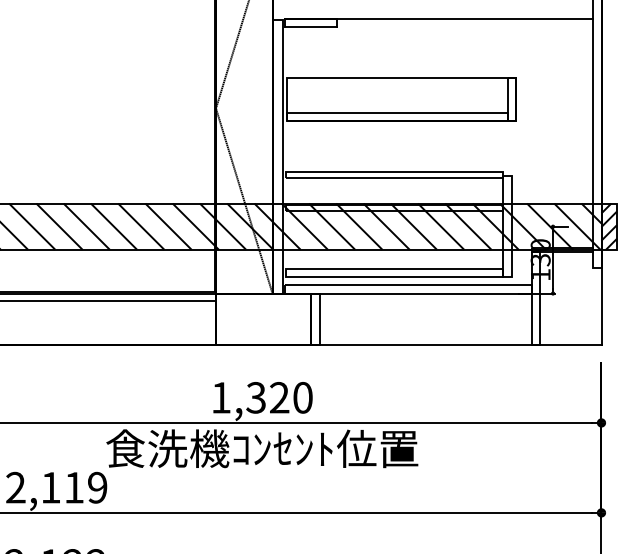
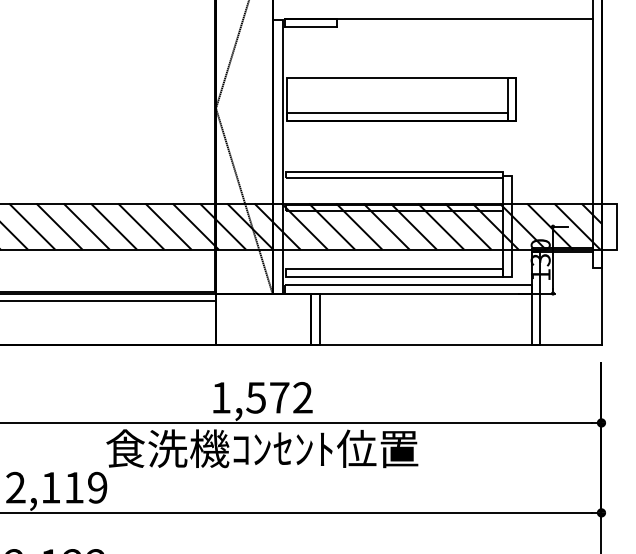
hatch at (608, 226): present -> none
text at (279, 397): 1,320 -> 1,572
